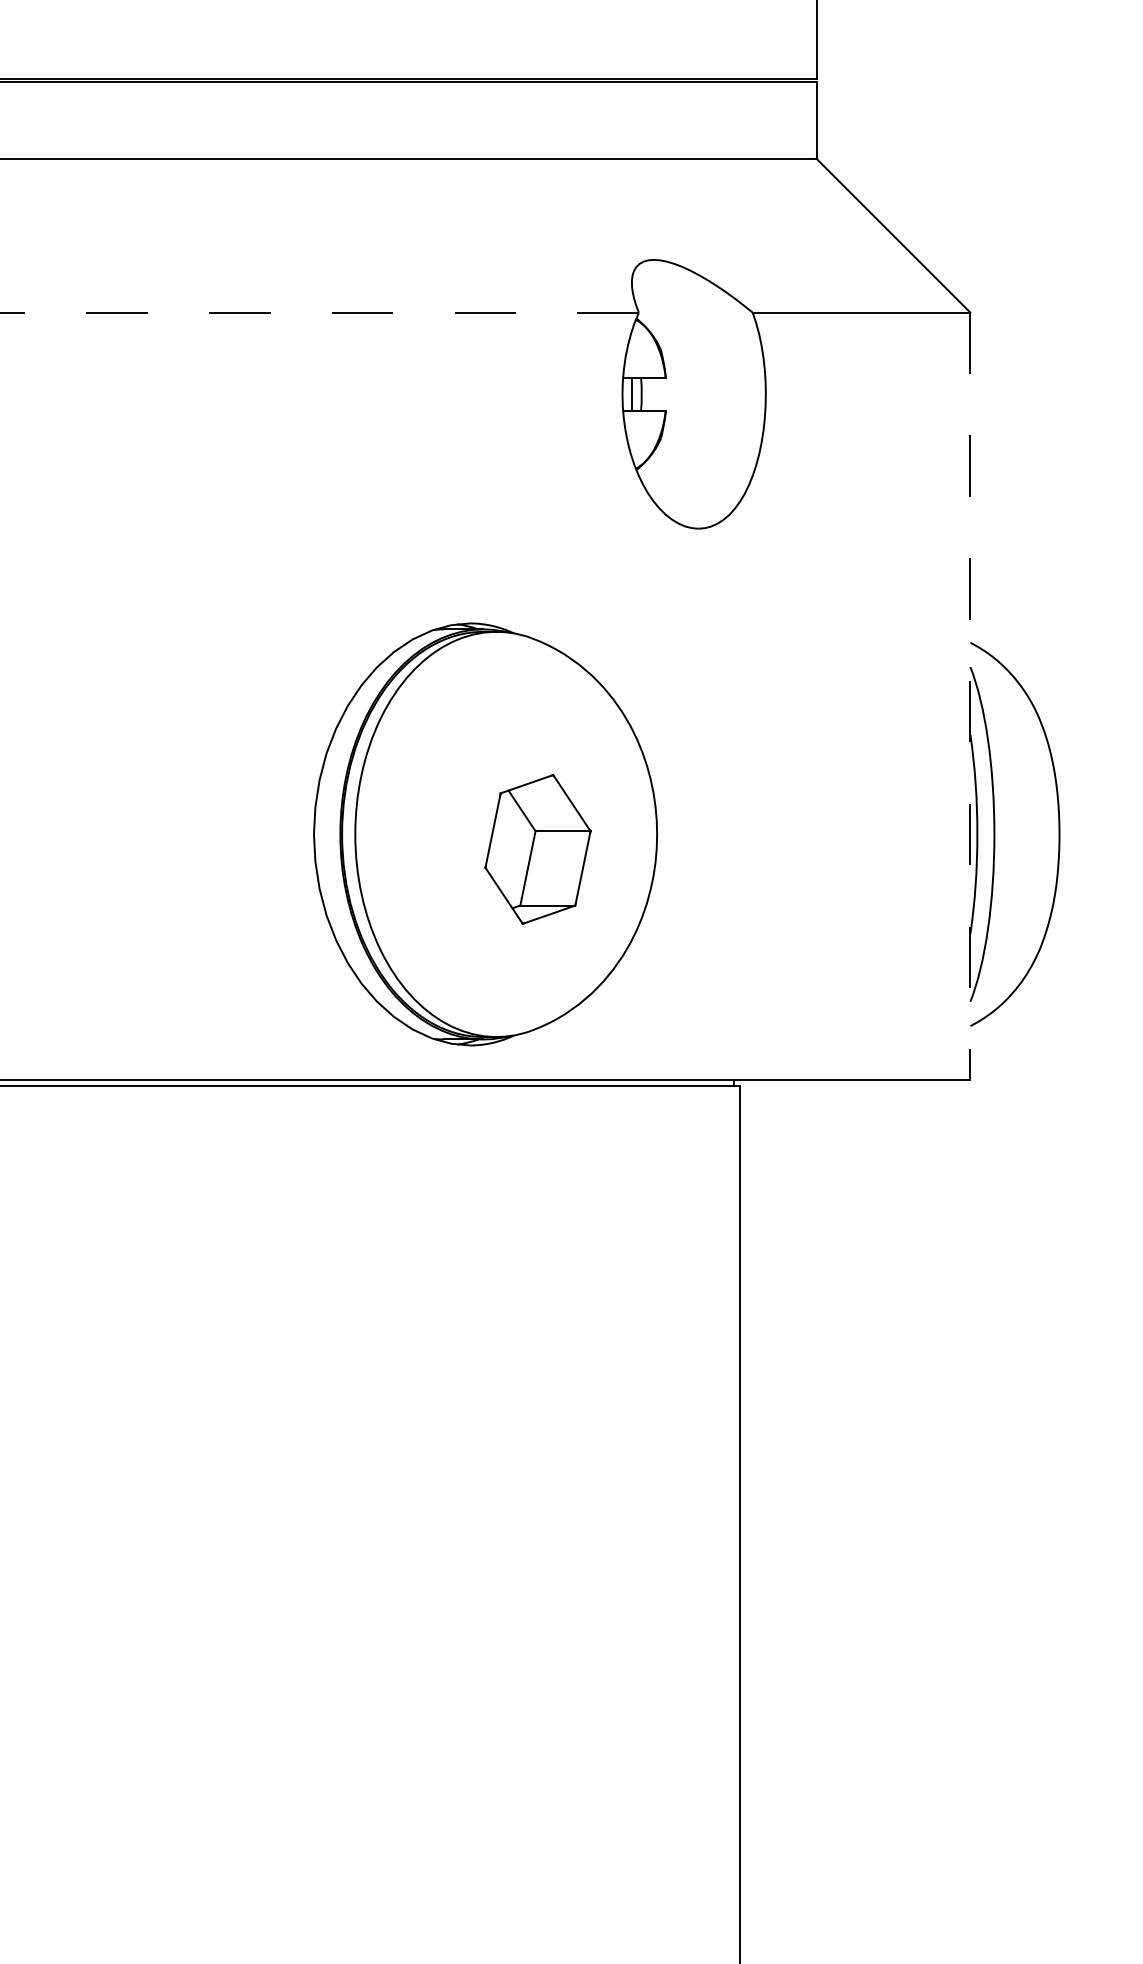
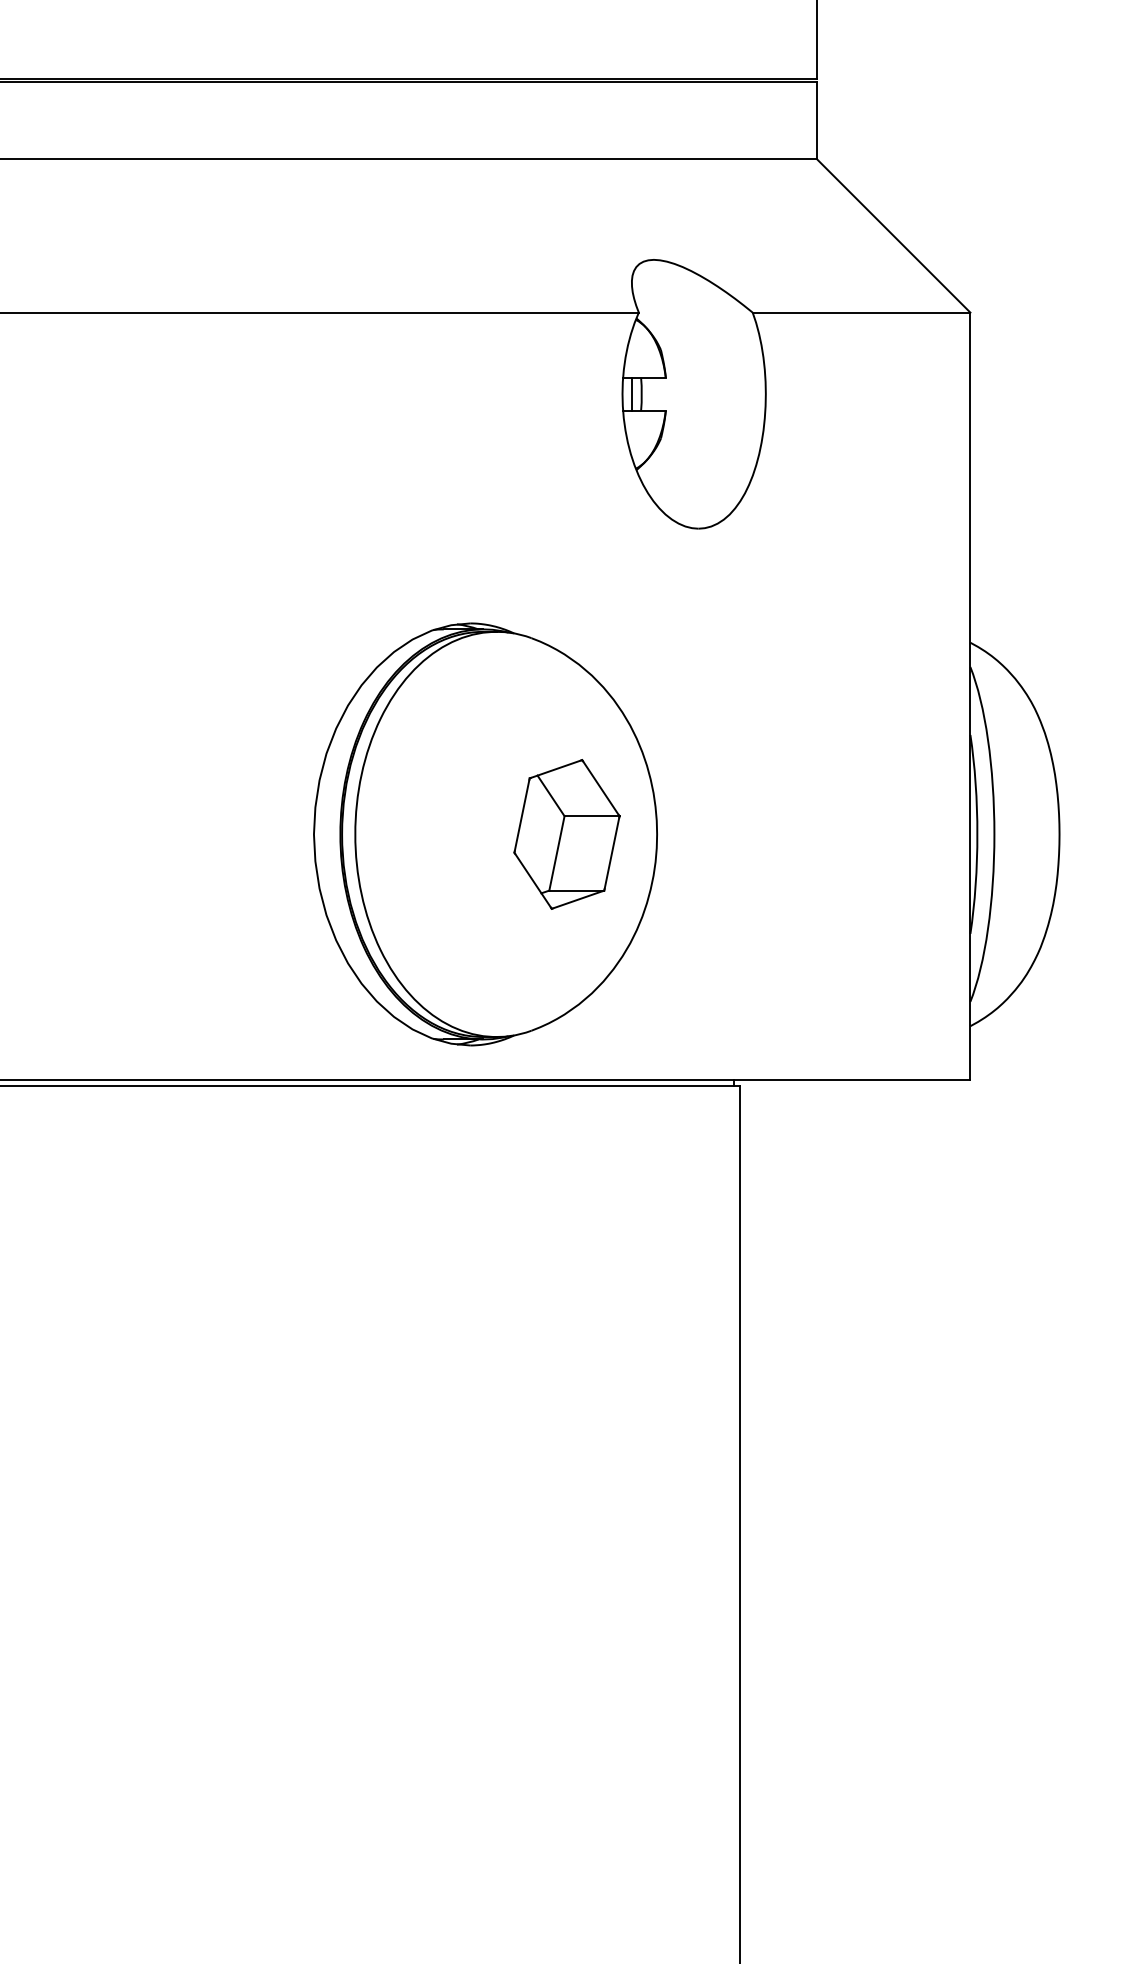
line at (319, 312): dashed -> solid
line at (970, 696): dashed -> solid
part at (537, 849) position: (537, 849) -> (566, 834)
